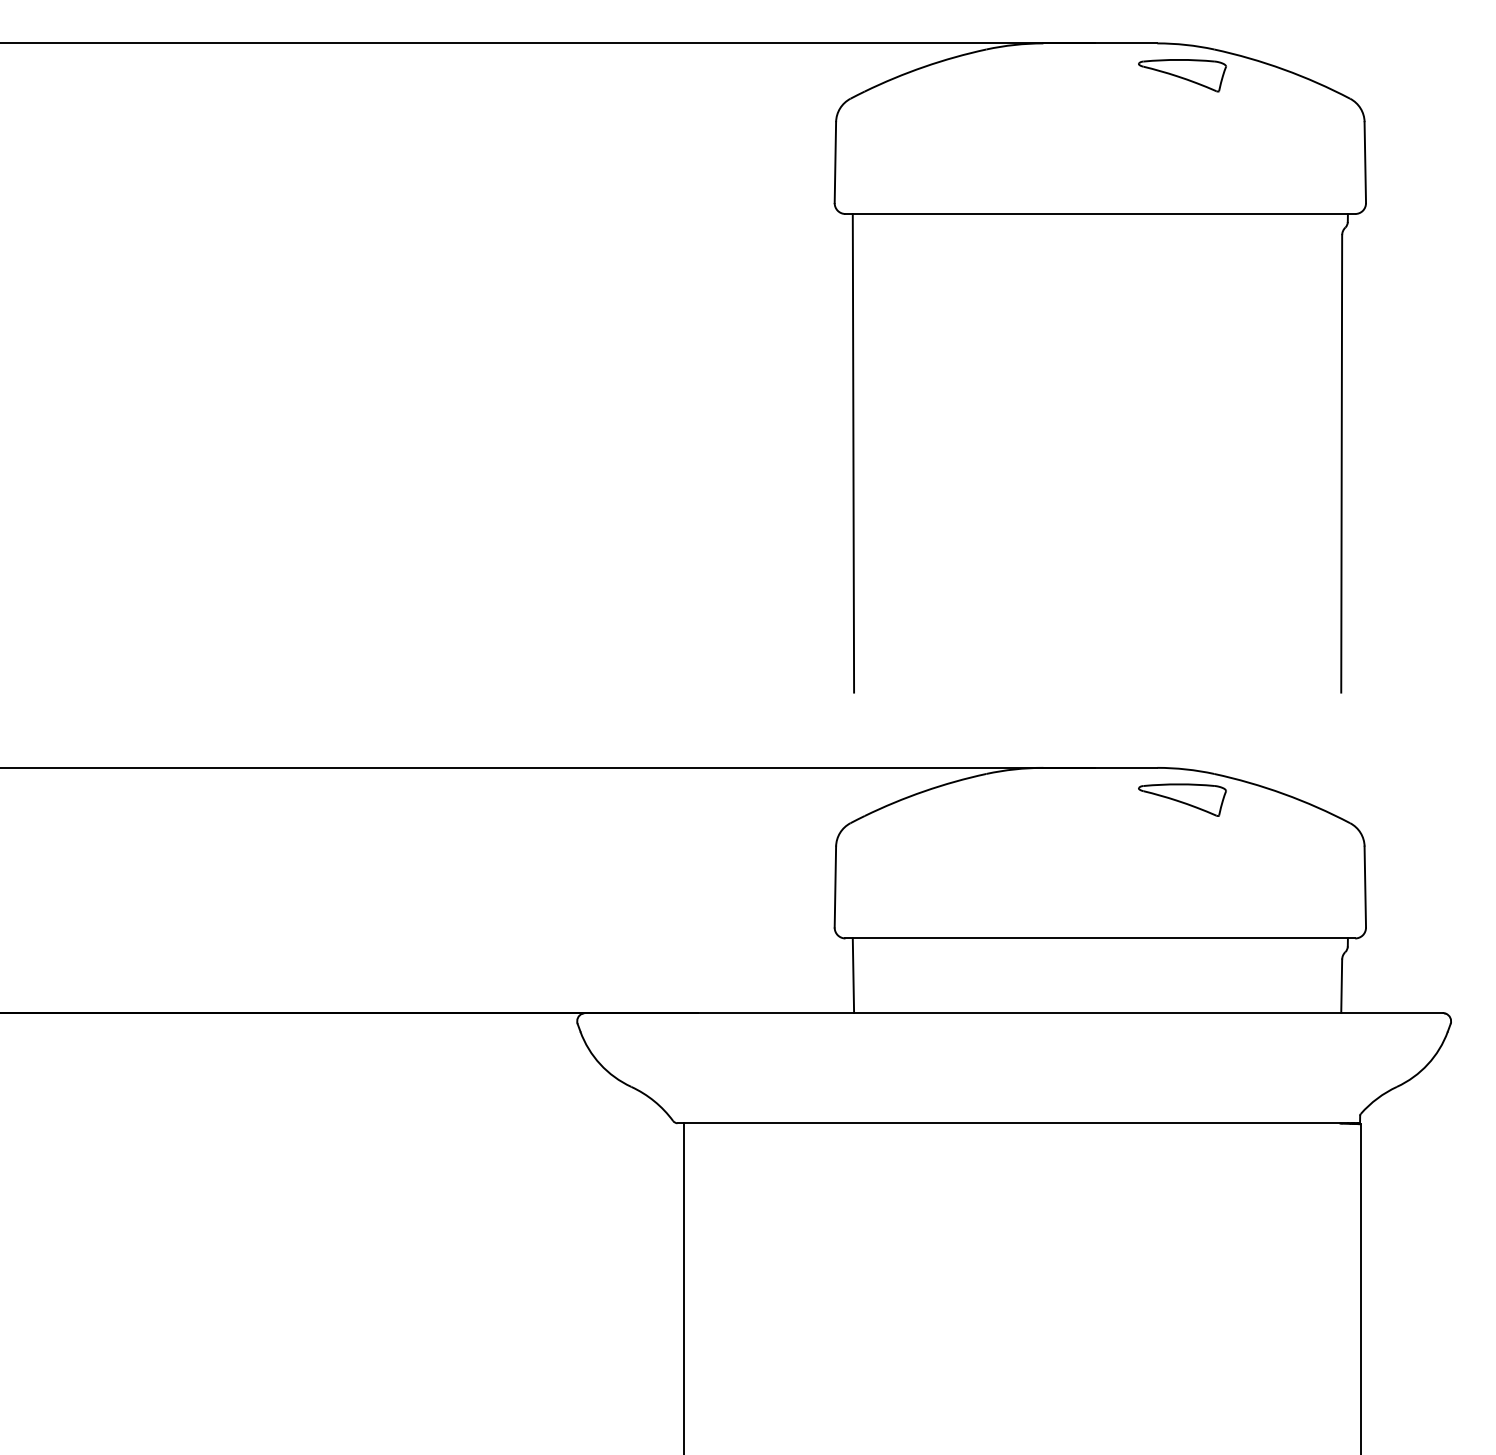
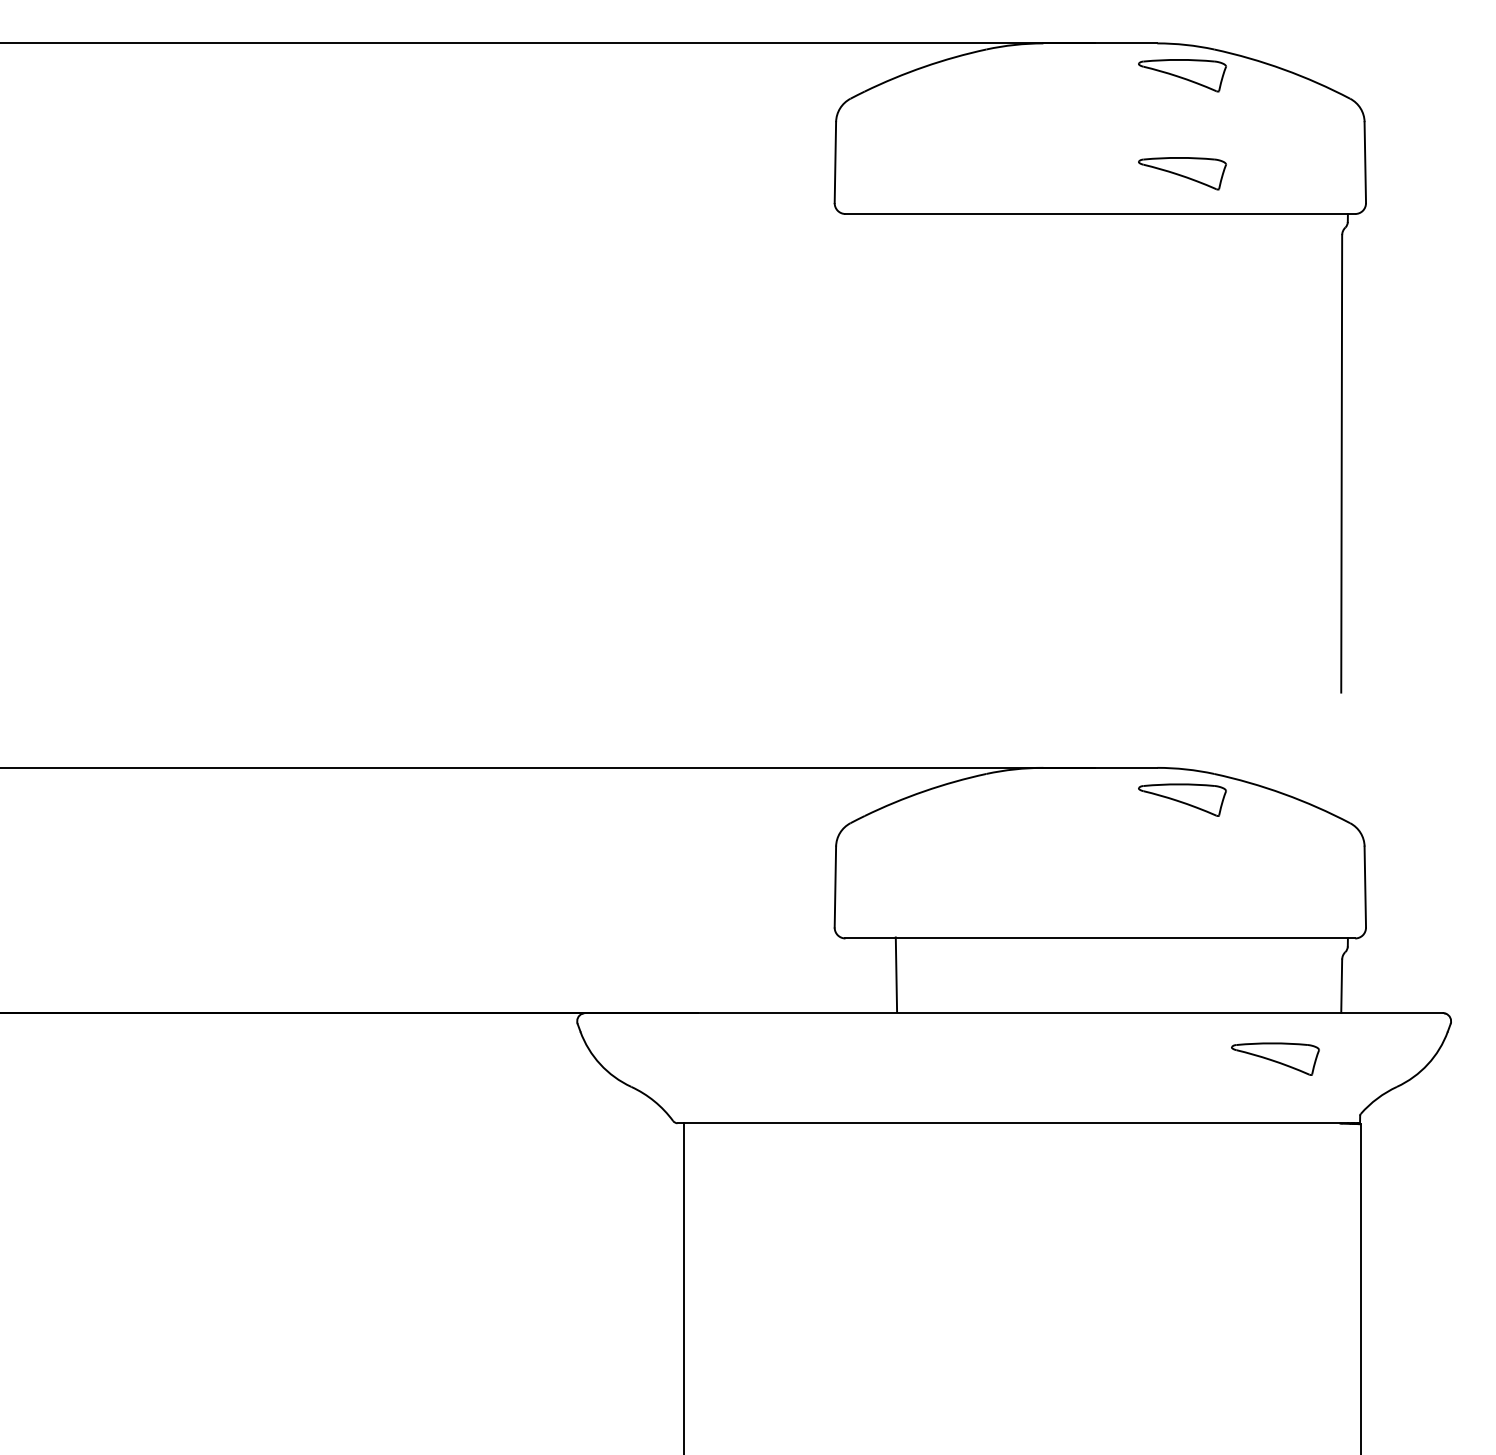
part at (1182, 173): none -> present
line at (853, 453): present -> none
line at (853, 975) position: (853, 975) -> (896, 974)
part at (1275, 1058): none -> present
